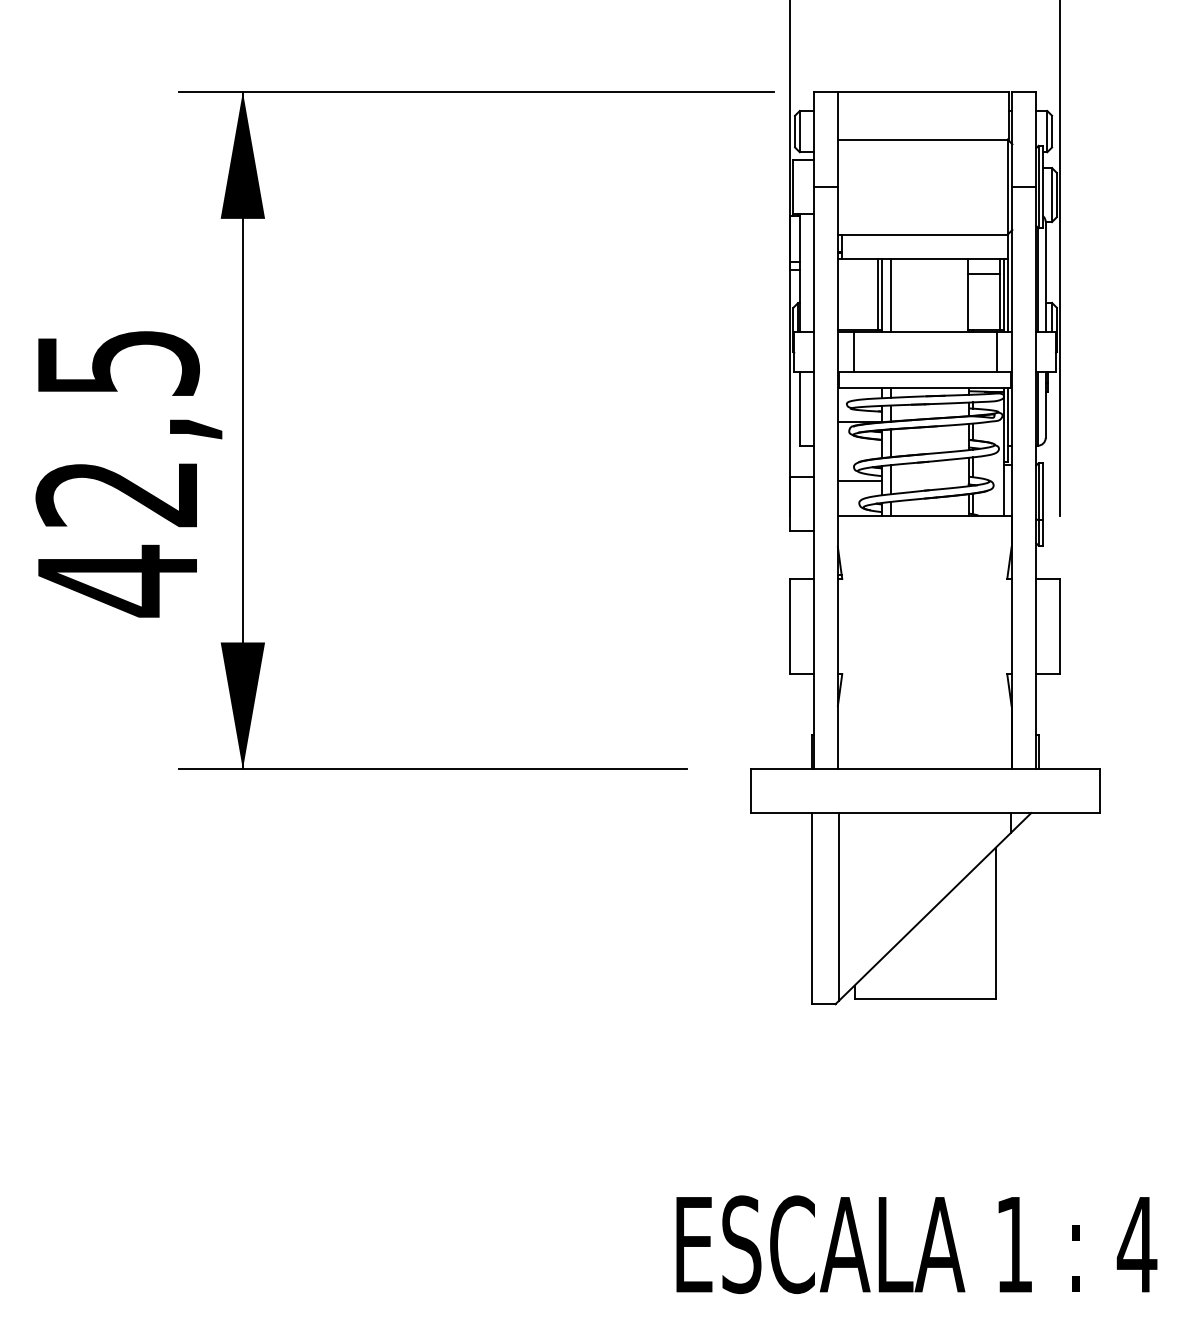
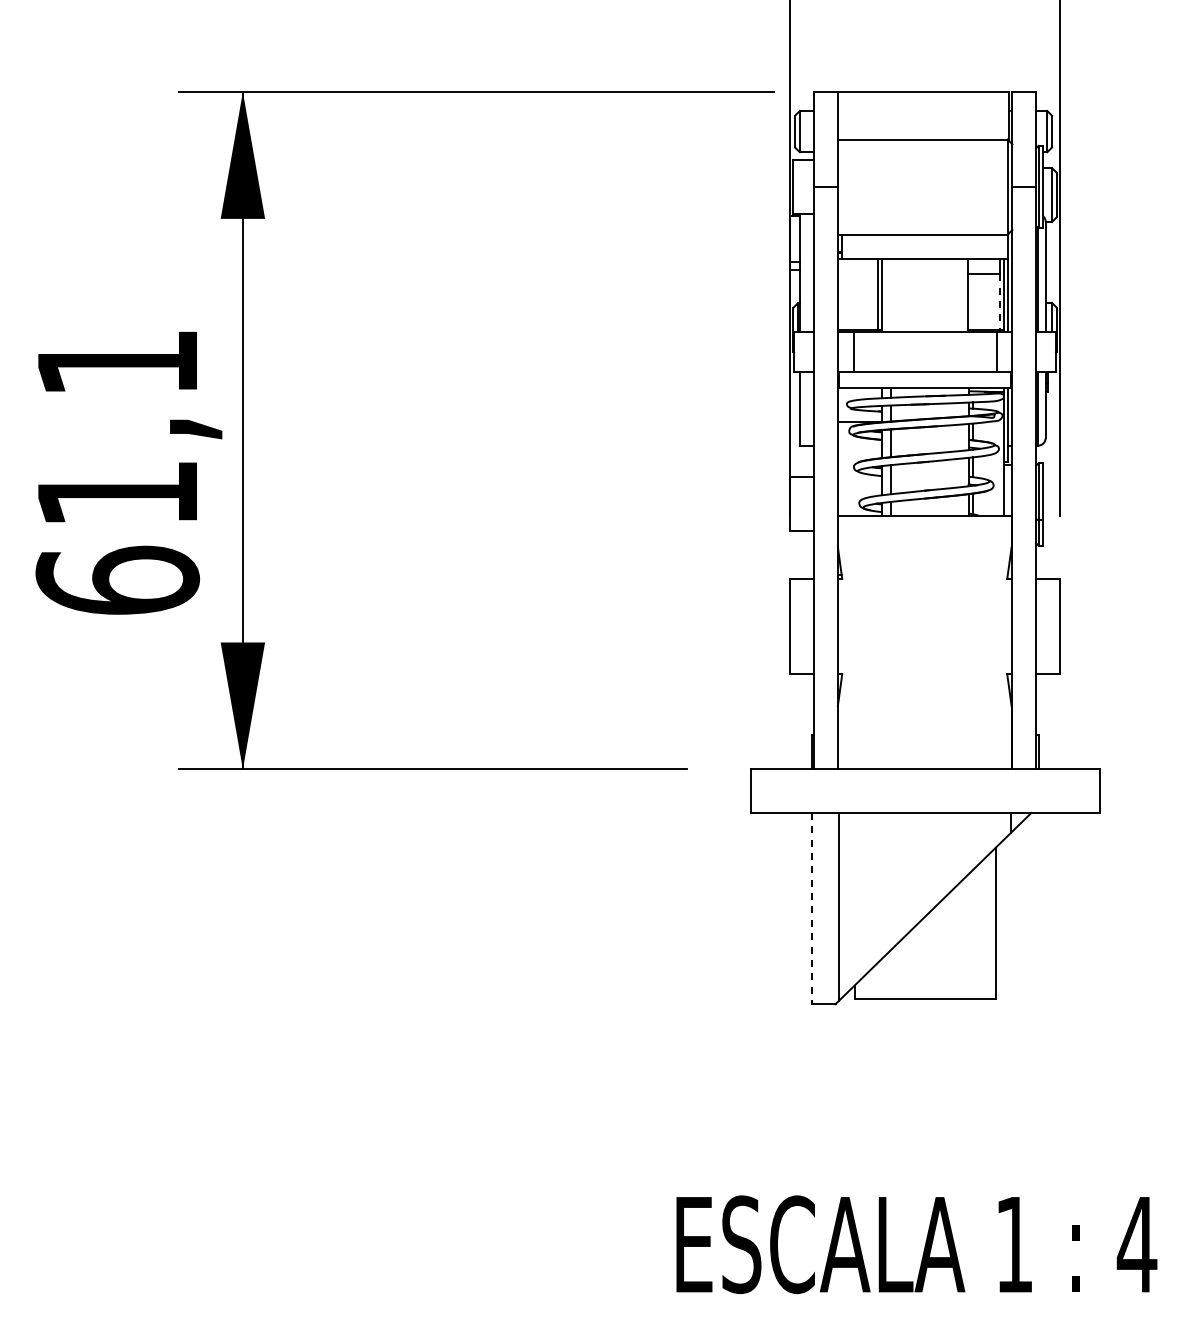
line at (891, 295): present -> none
line at (999, 302): solid -> dashed
text at (117, 474): 42,5 -> 61,1
line at (859, 480): present -> none
line at (811, 908): solid -> dashed
